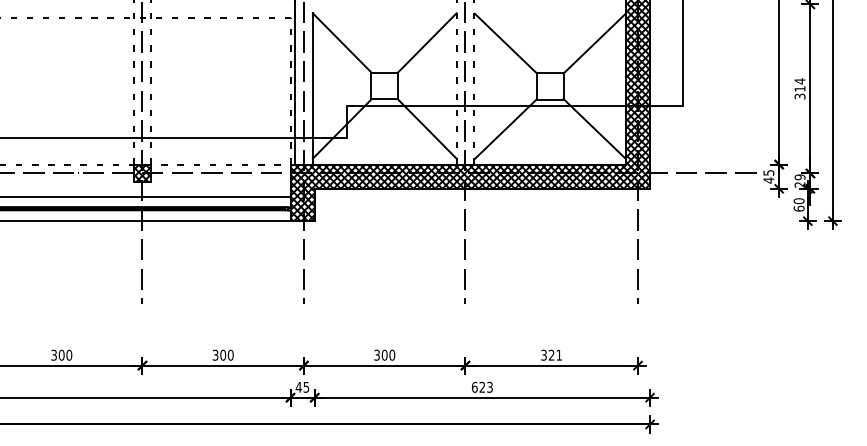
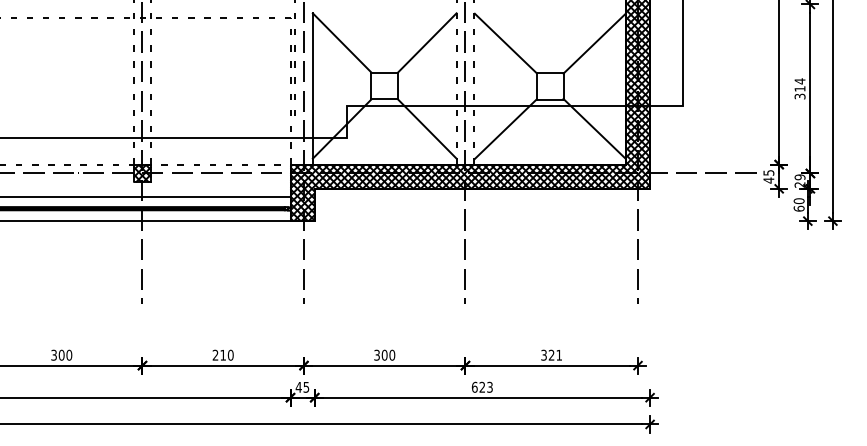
line at (295, 83): present -> none
text at (219, 354): 300 -> 210
